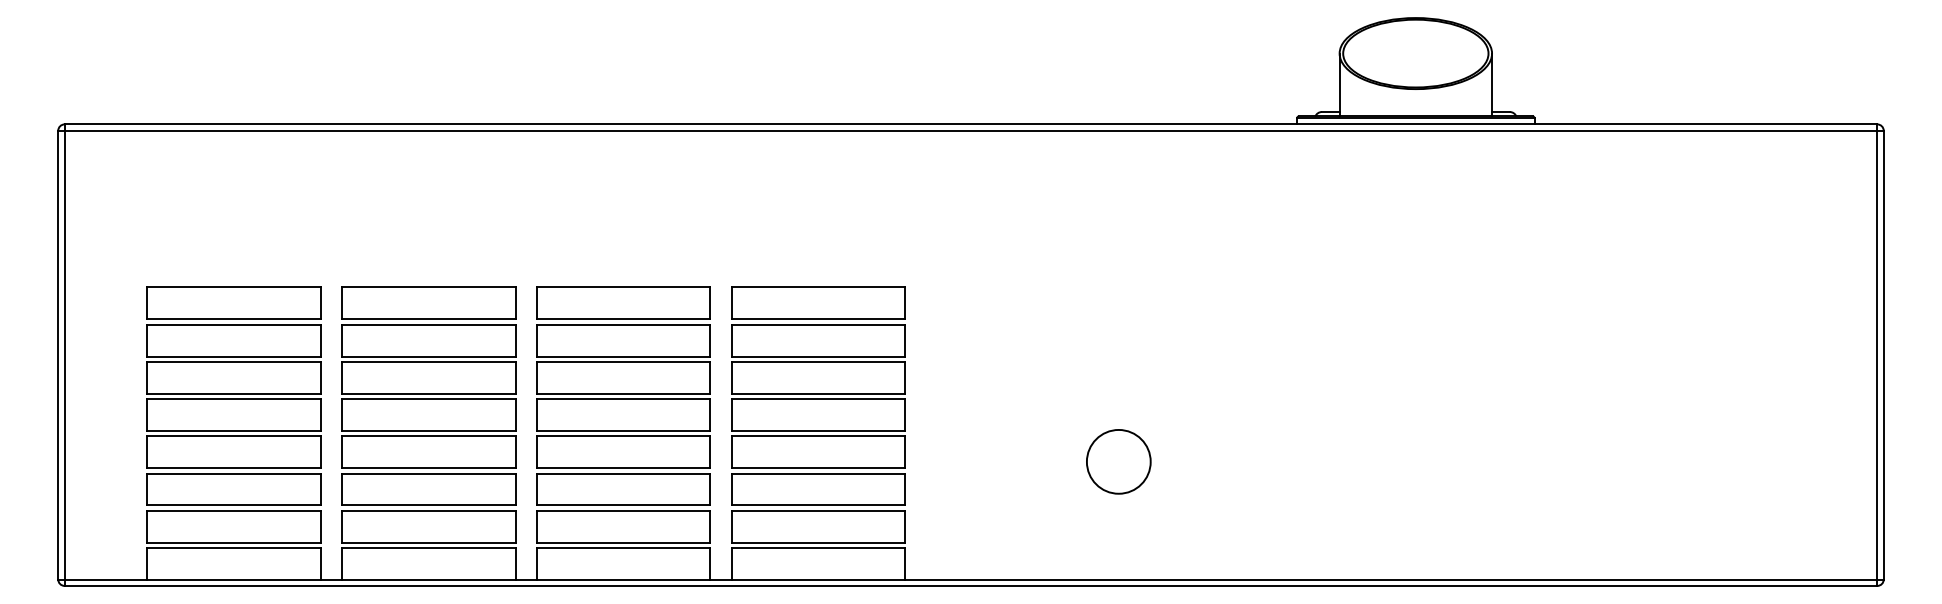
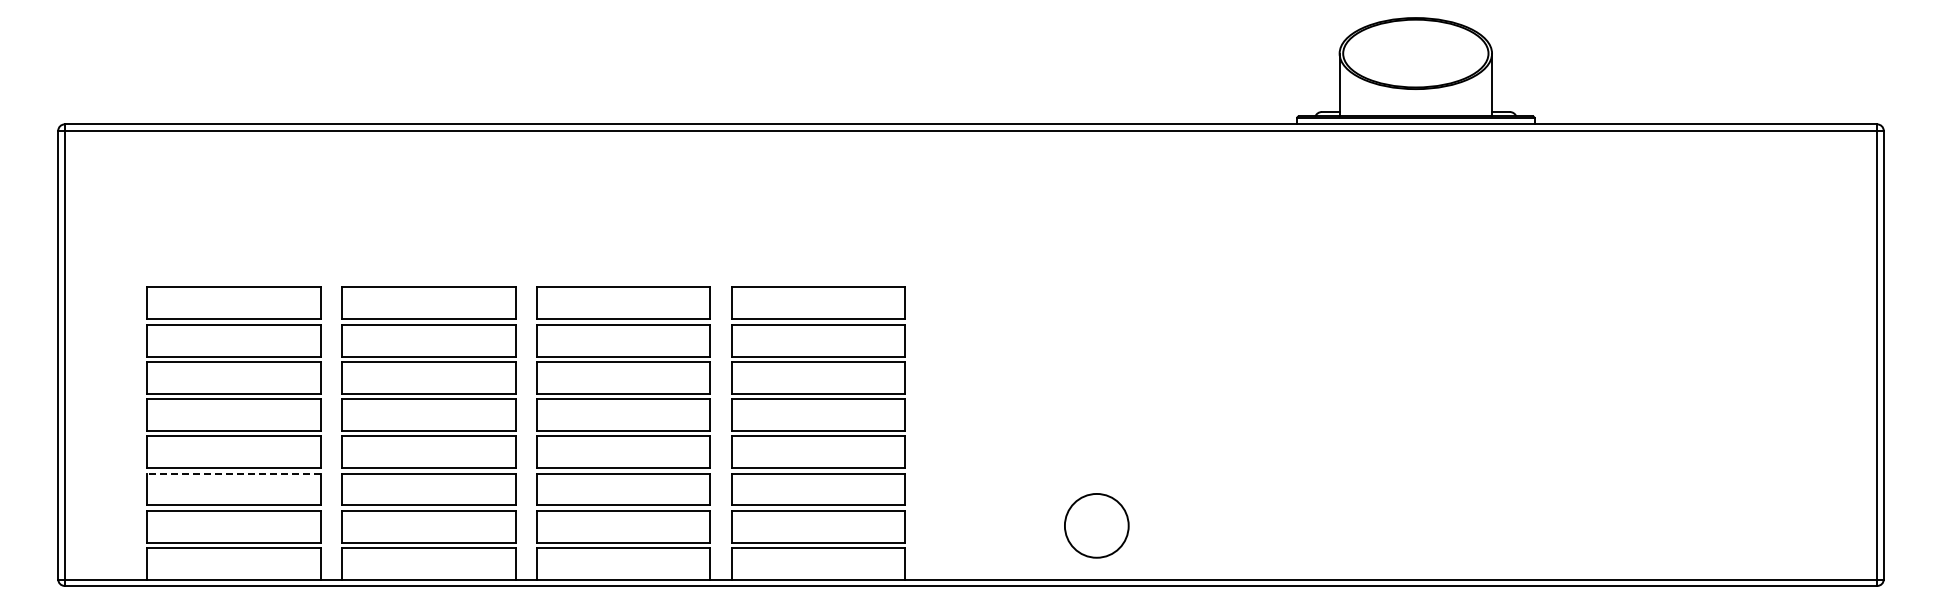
circle at (1118, 461) position: (1118, 461) -> (1096, 525)
line at (233, 473): solid -> dashed
